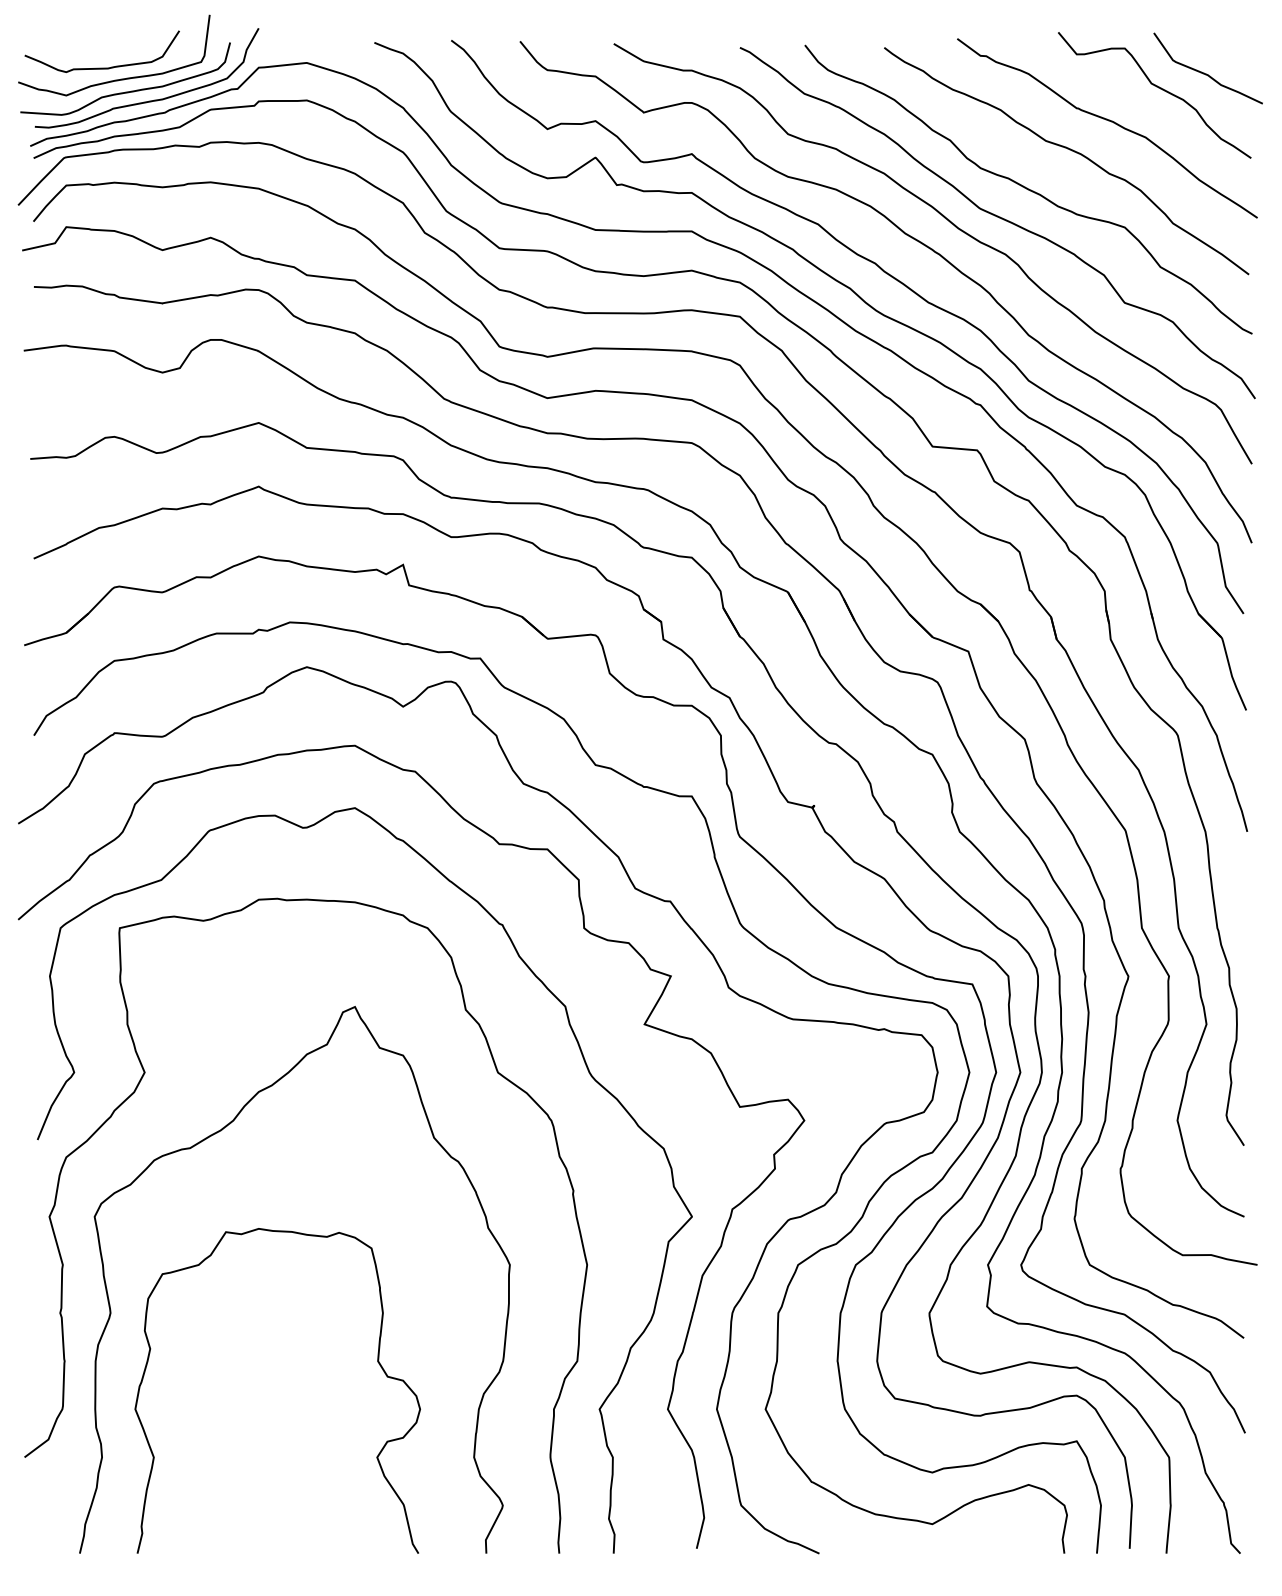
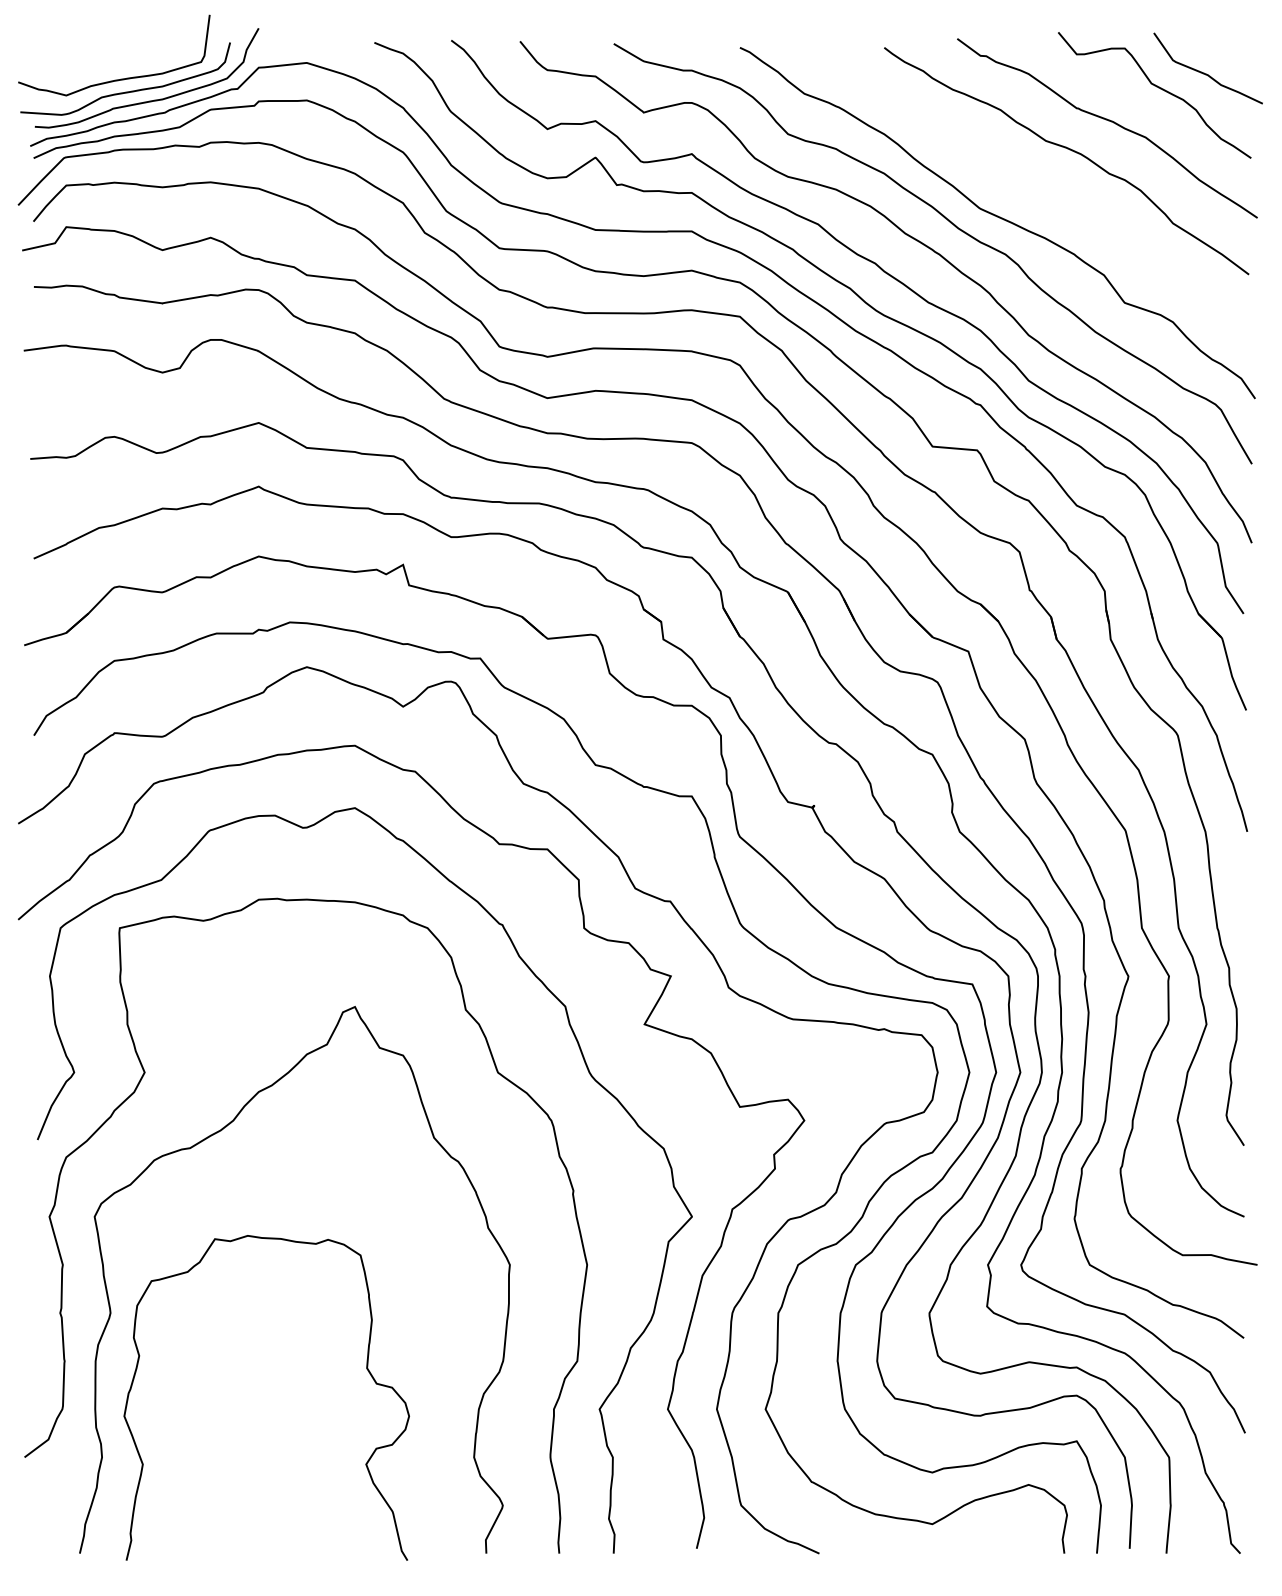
curve at (101, 67): present -> none
curve at (1028, 189): present -> none
curve at (377, 1362) position: (377, 1362) -> (366, 1369)
